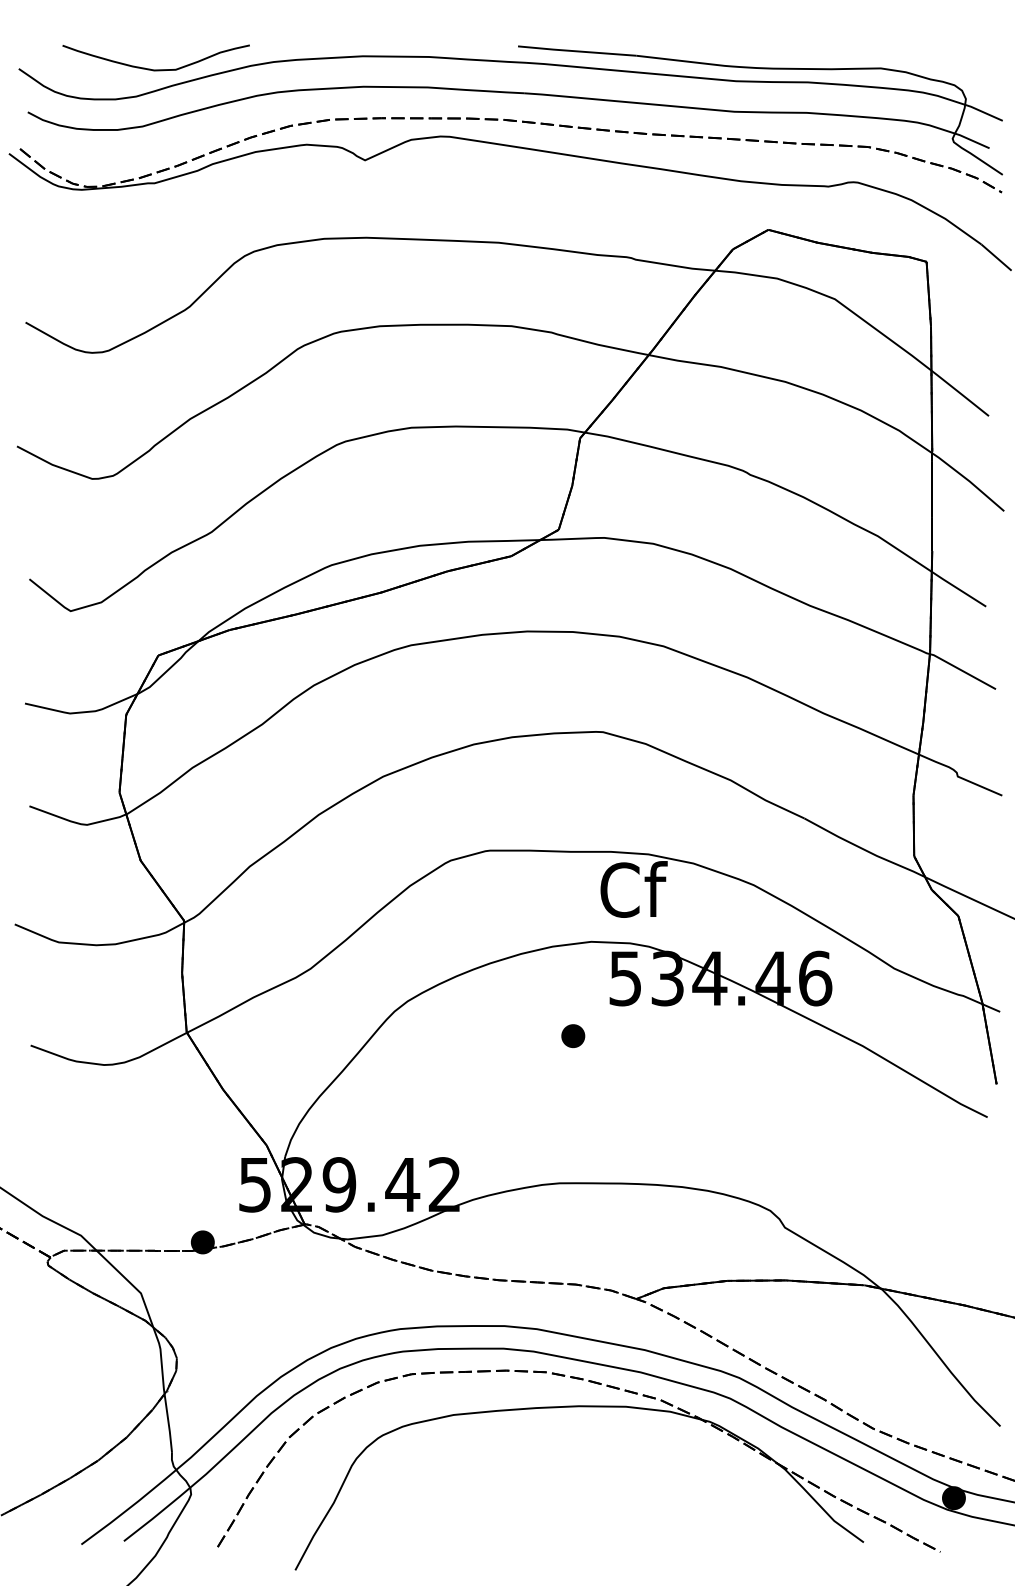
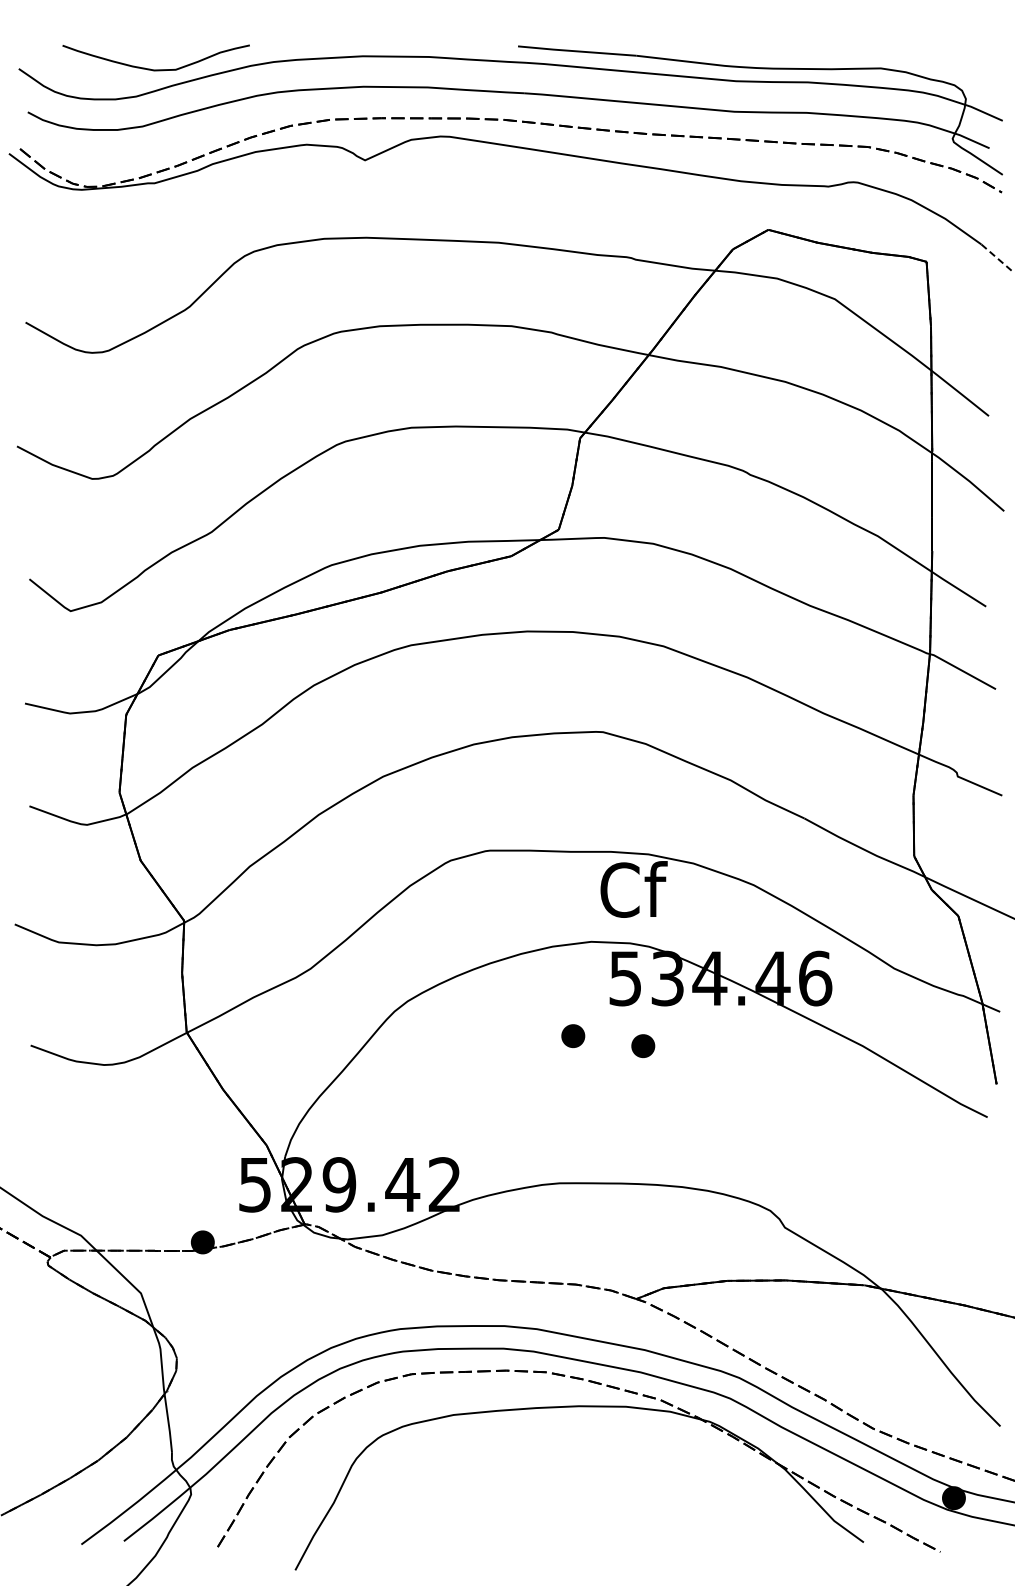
line at (996, 257): solid -> dashed
part at (643, 1045): none -> present
